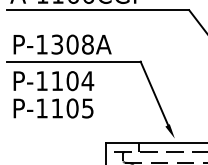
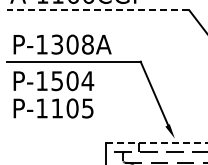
line at (97, 10): solid -> dashed
text at (56, 81): P-1104 -> P-1504
line at (156, 143): solid -> dashed
